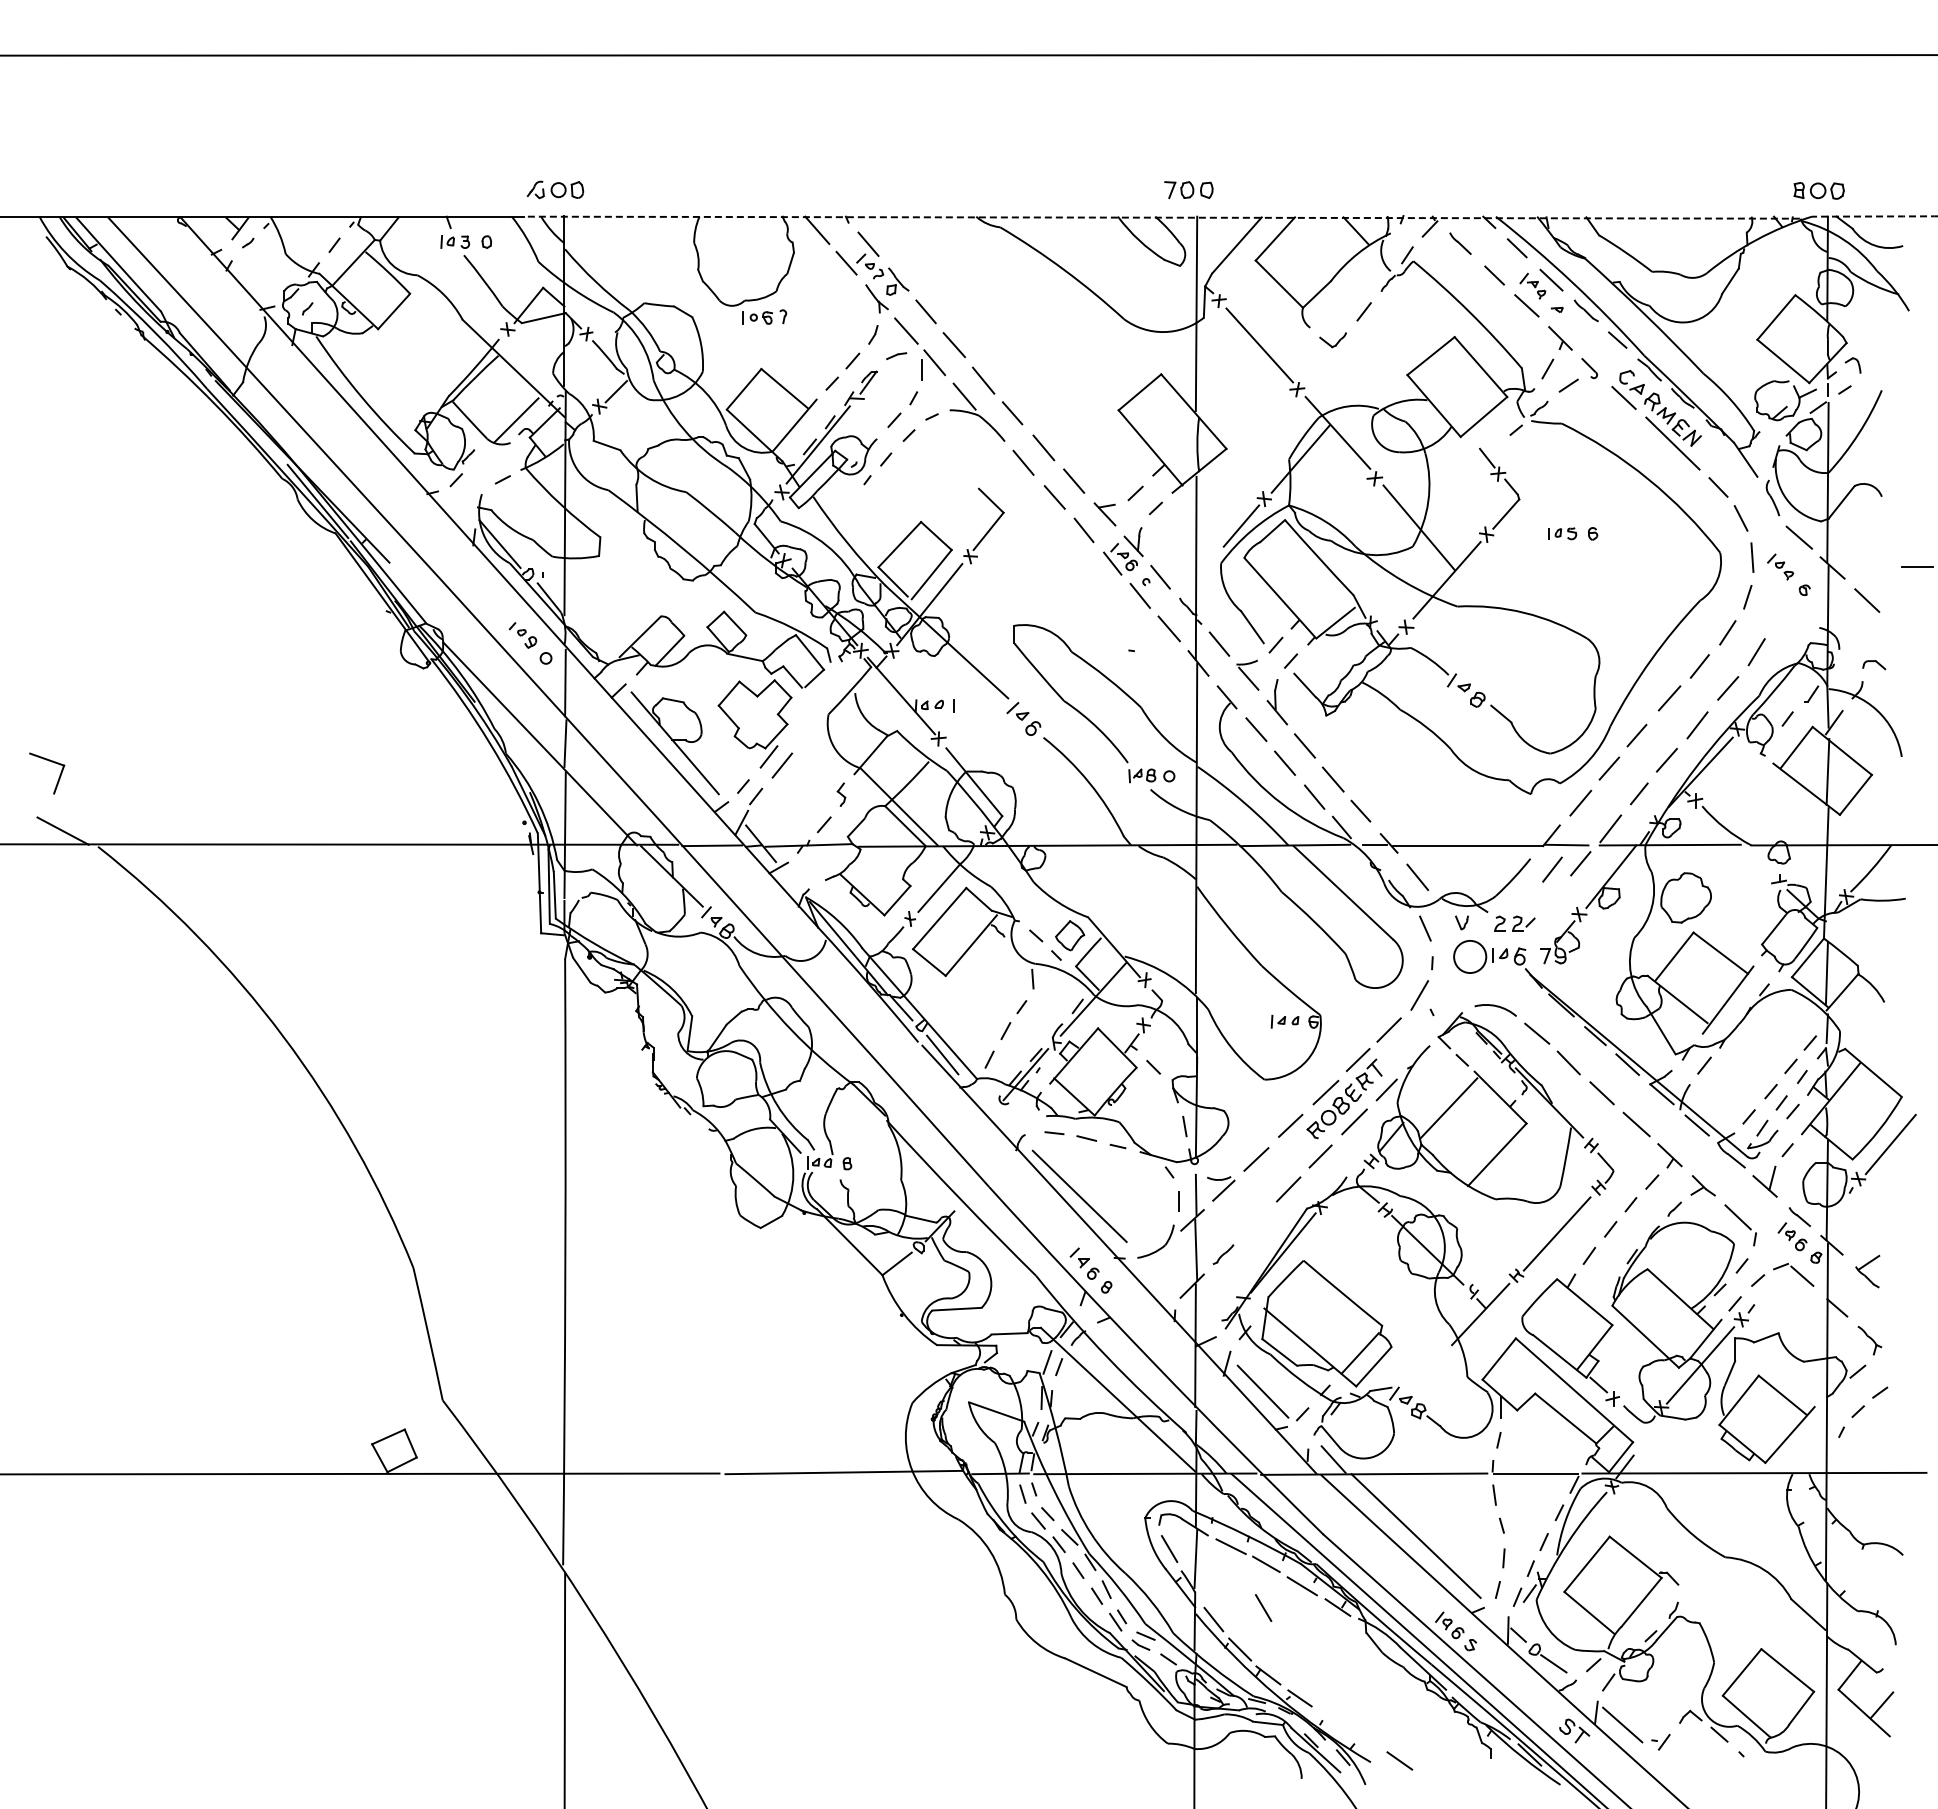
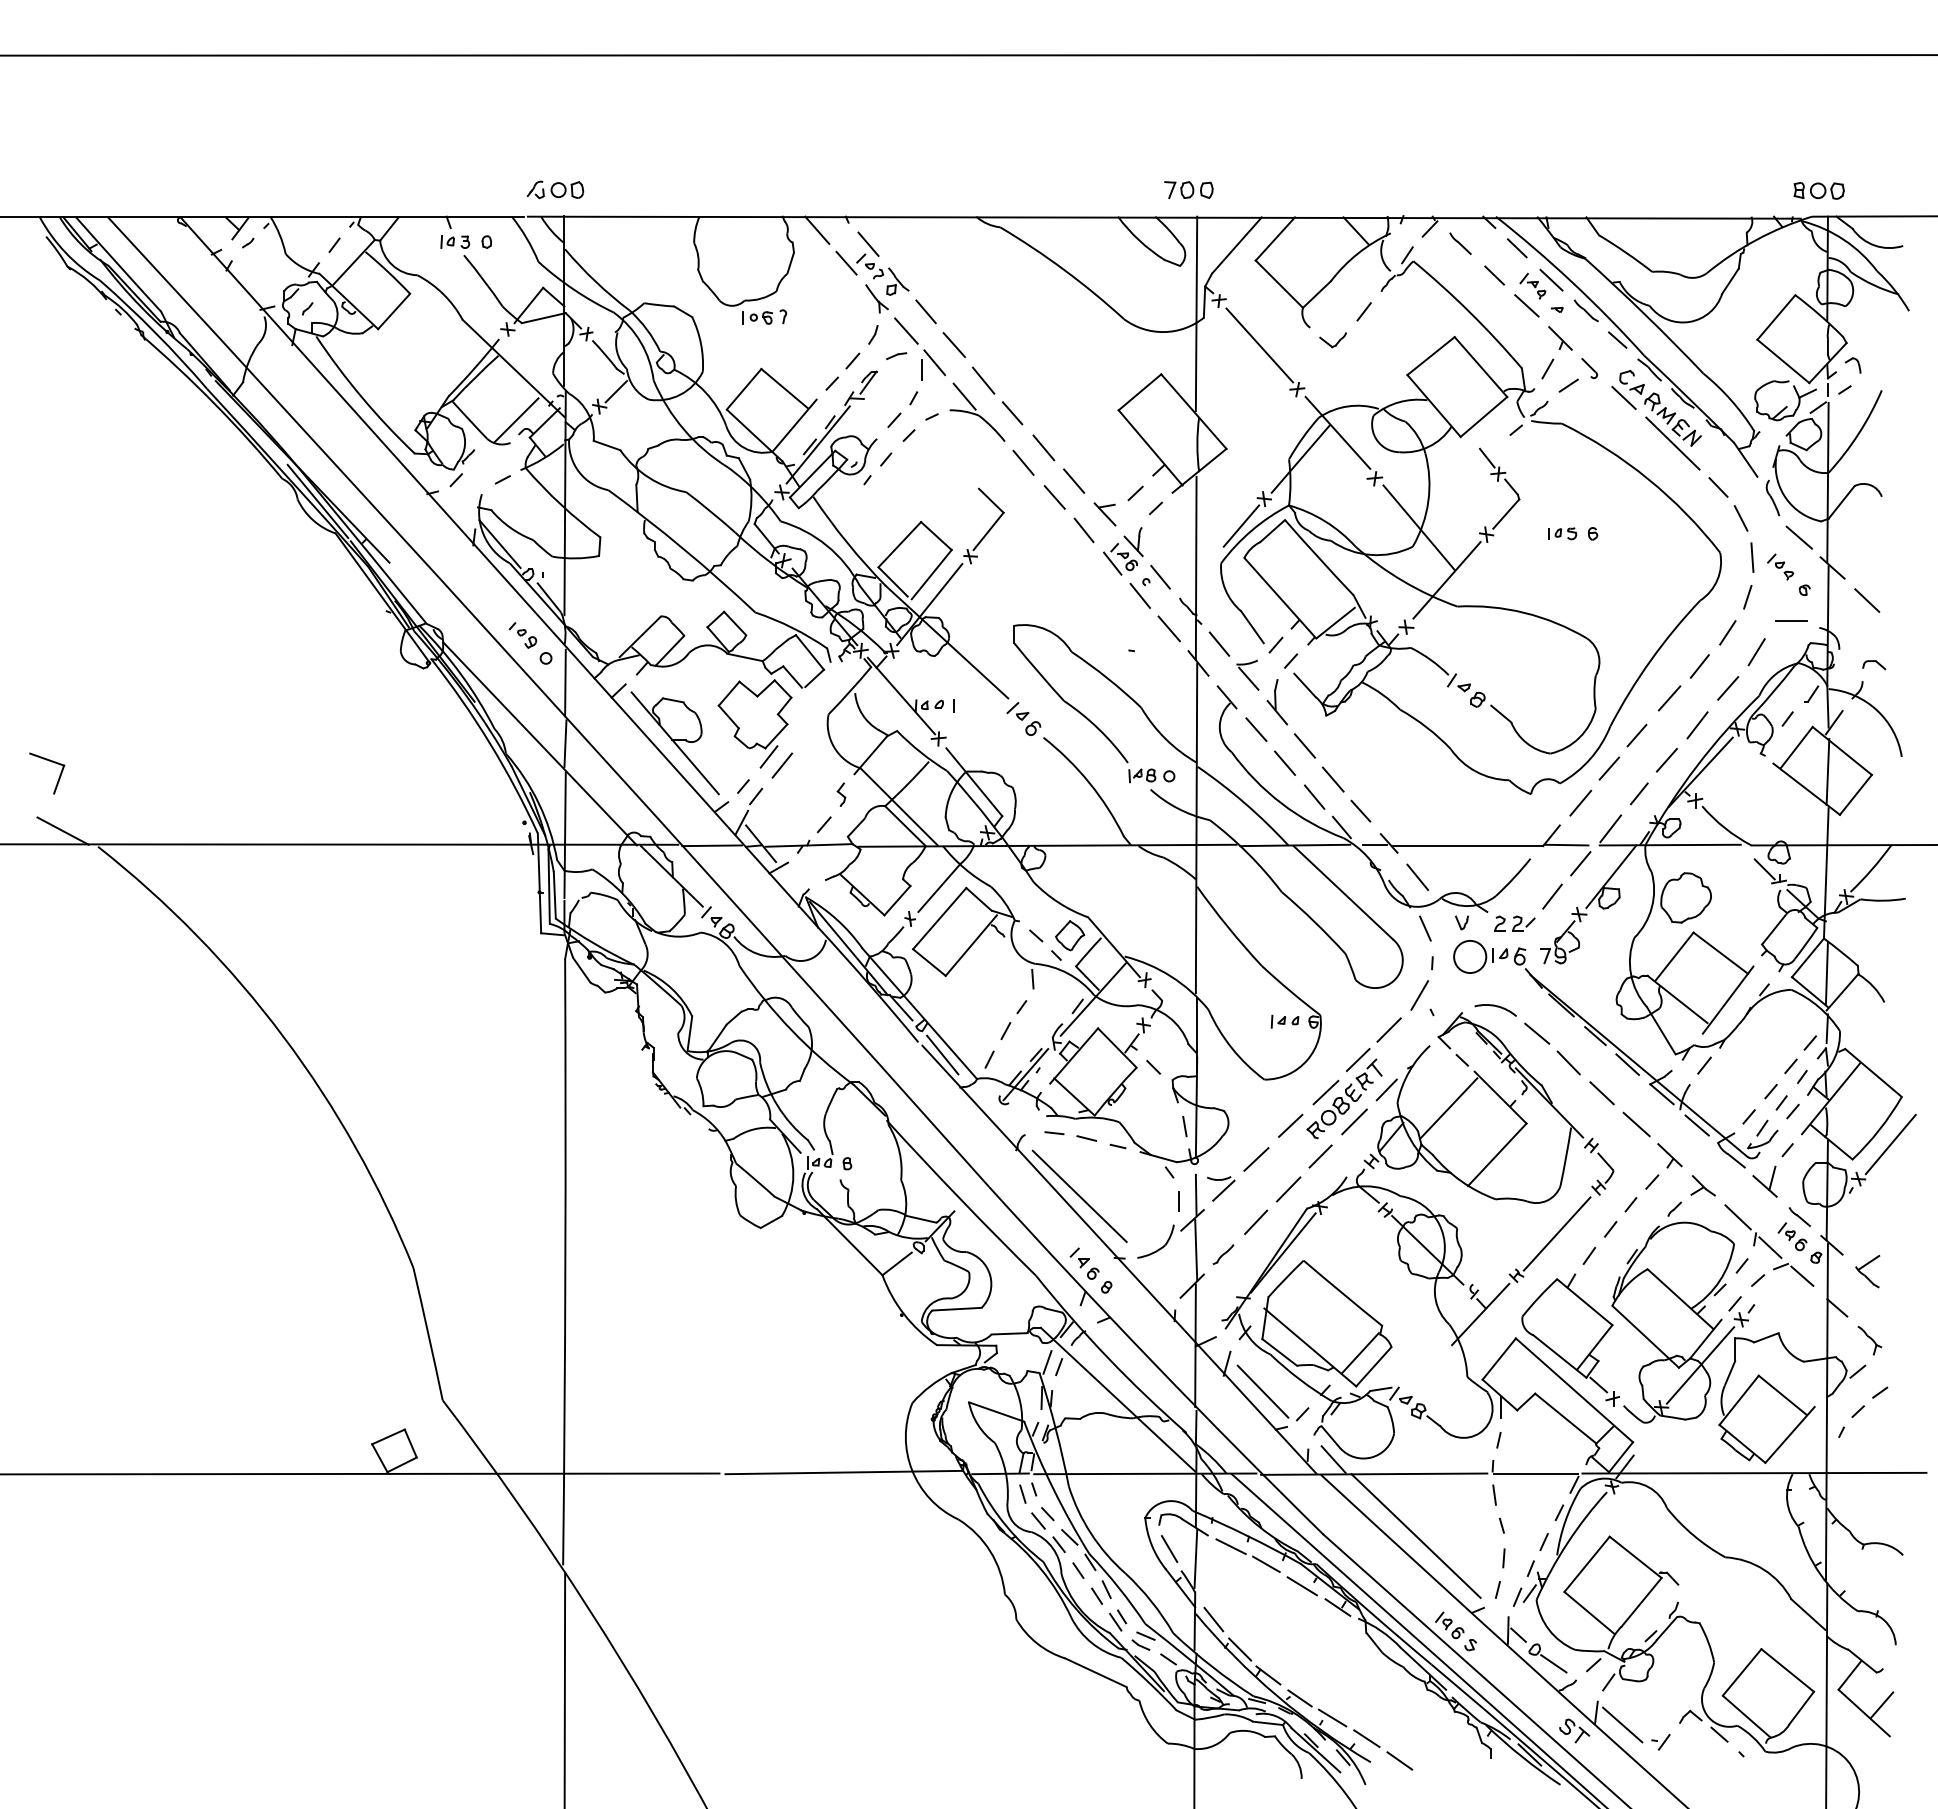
arc at (1874, 216): dashed -> solid
line at (1164, 217): dashed -> solid
line at (1917, 566) position: (1917, 566) -> (1791, 620)
line at (1552, 869) position: (1552, 869) -> (1552, 896)
line at (1764, 869): none -> present
line at (1256, 1221): none -> present
line at (1770, 1247): none -> present
line at (1263, 1607): present -> none
line at (1332, 1717): none -> present
line at (1366, 1738): none -> present
